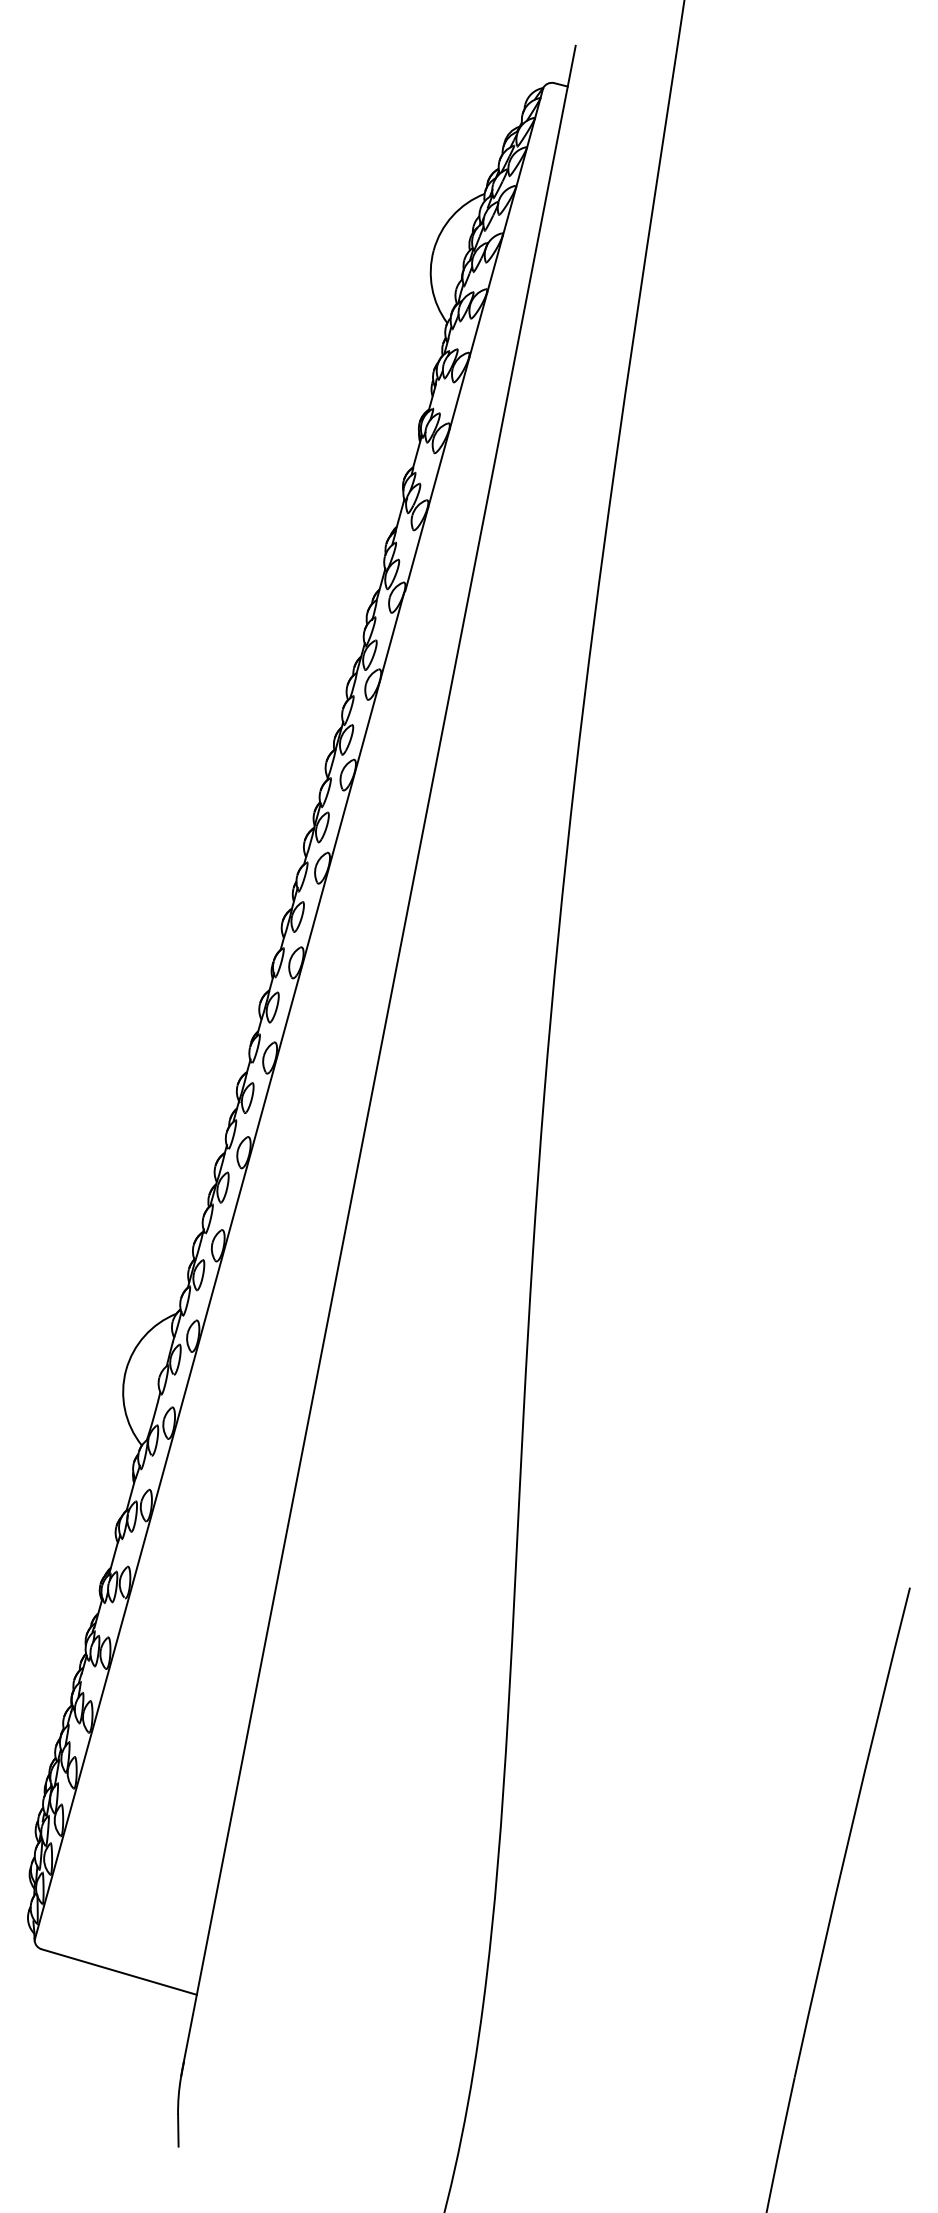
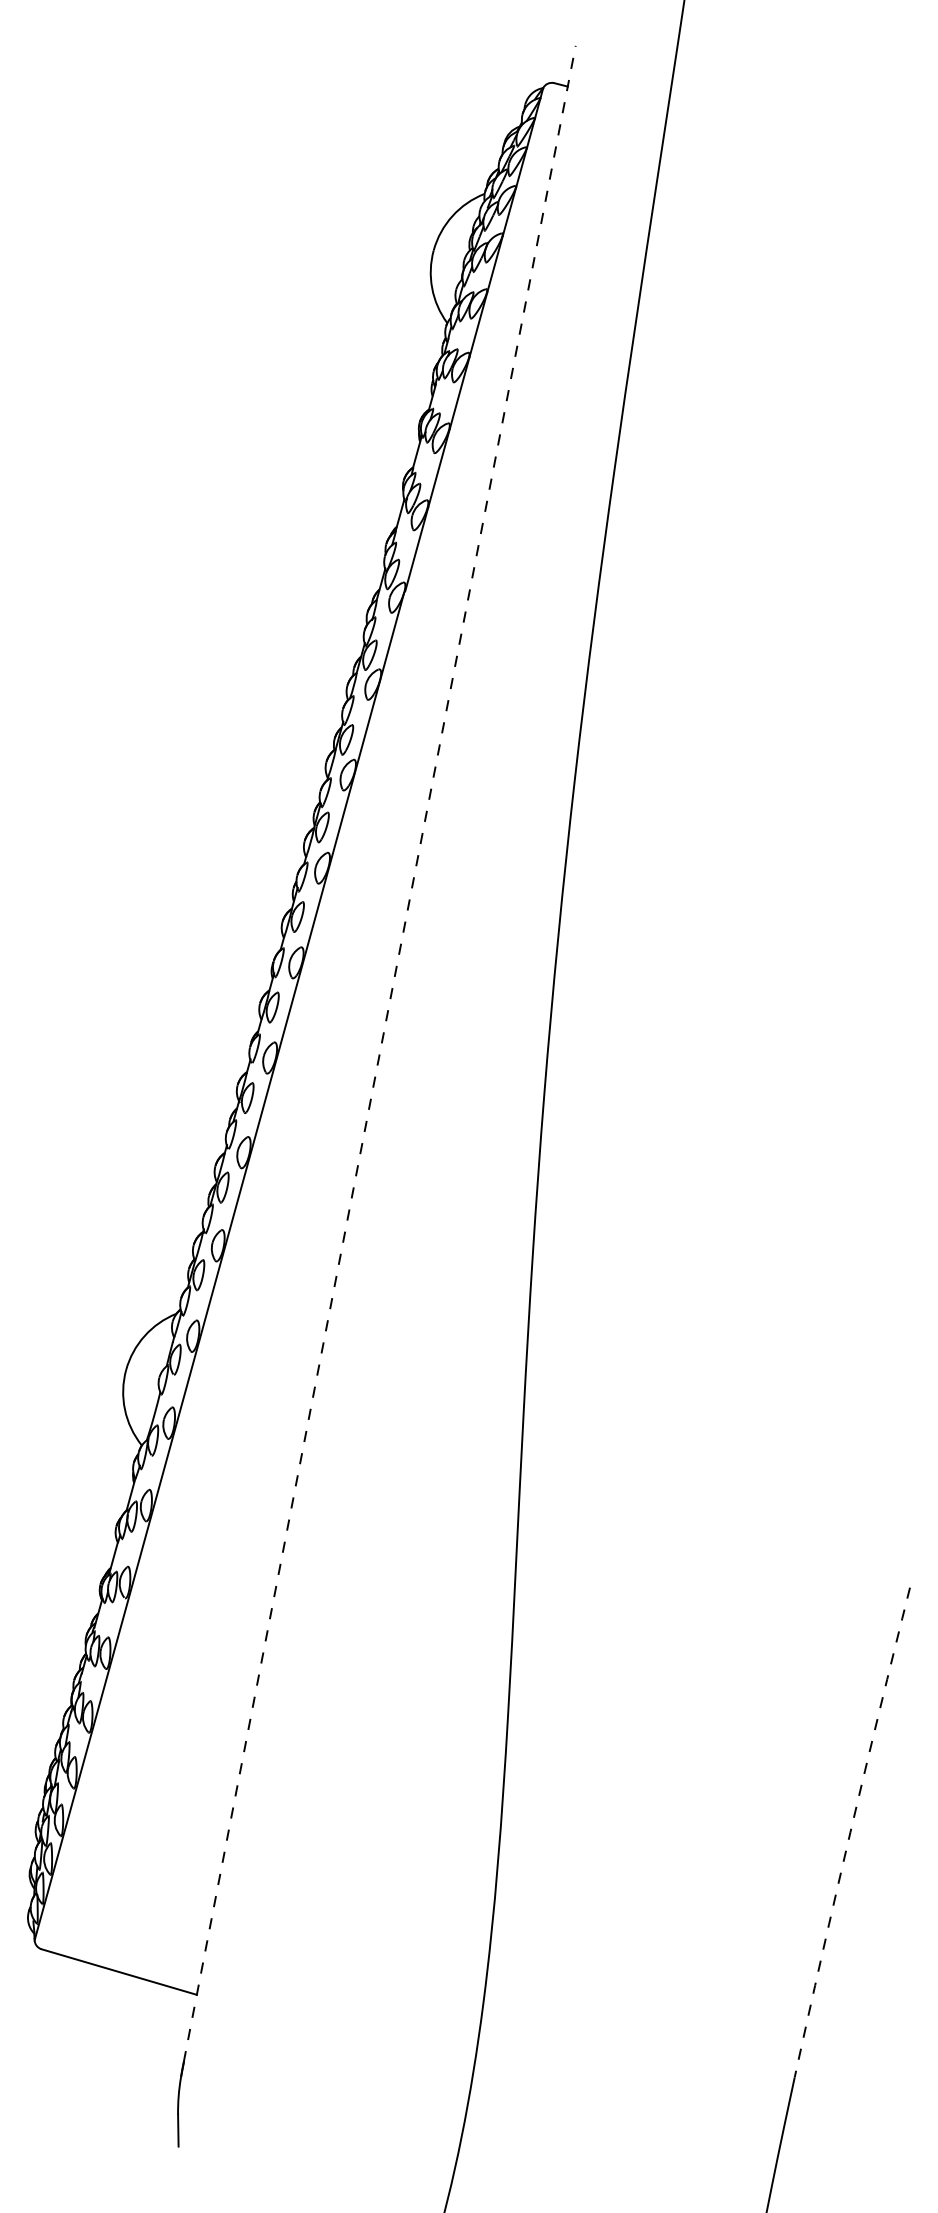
line at (379, 1053): solid -> dashed
arc at (850, 1832): solid -> dashed
